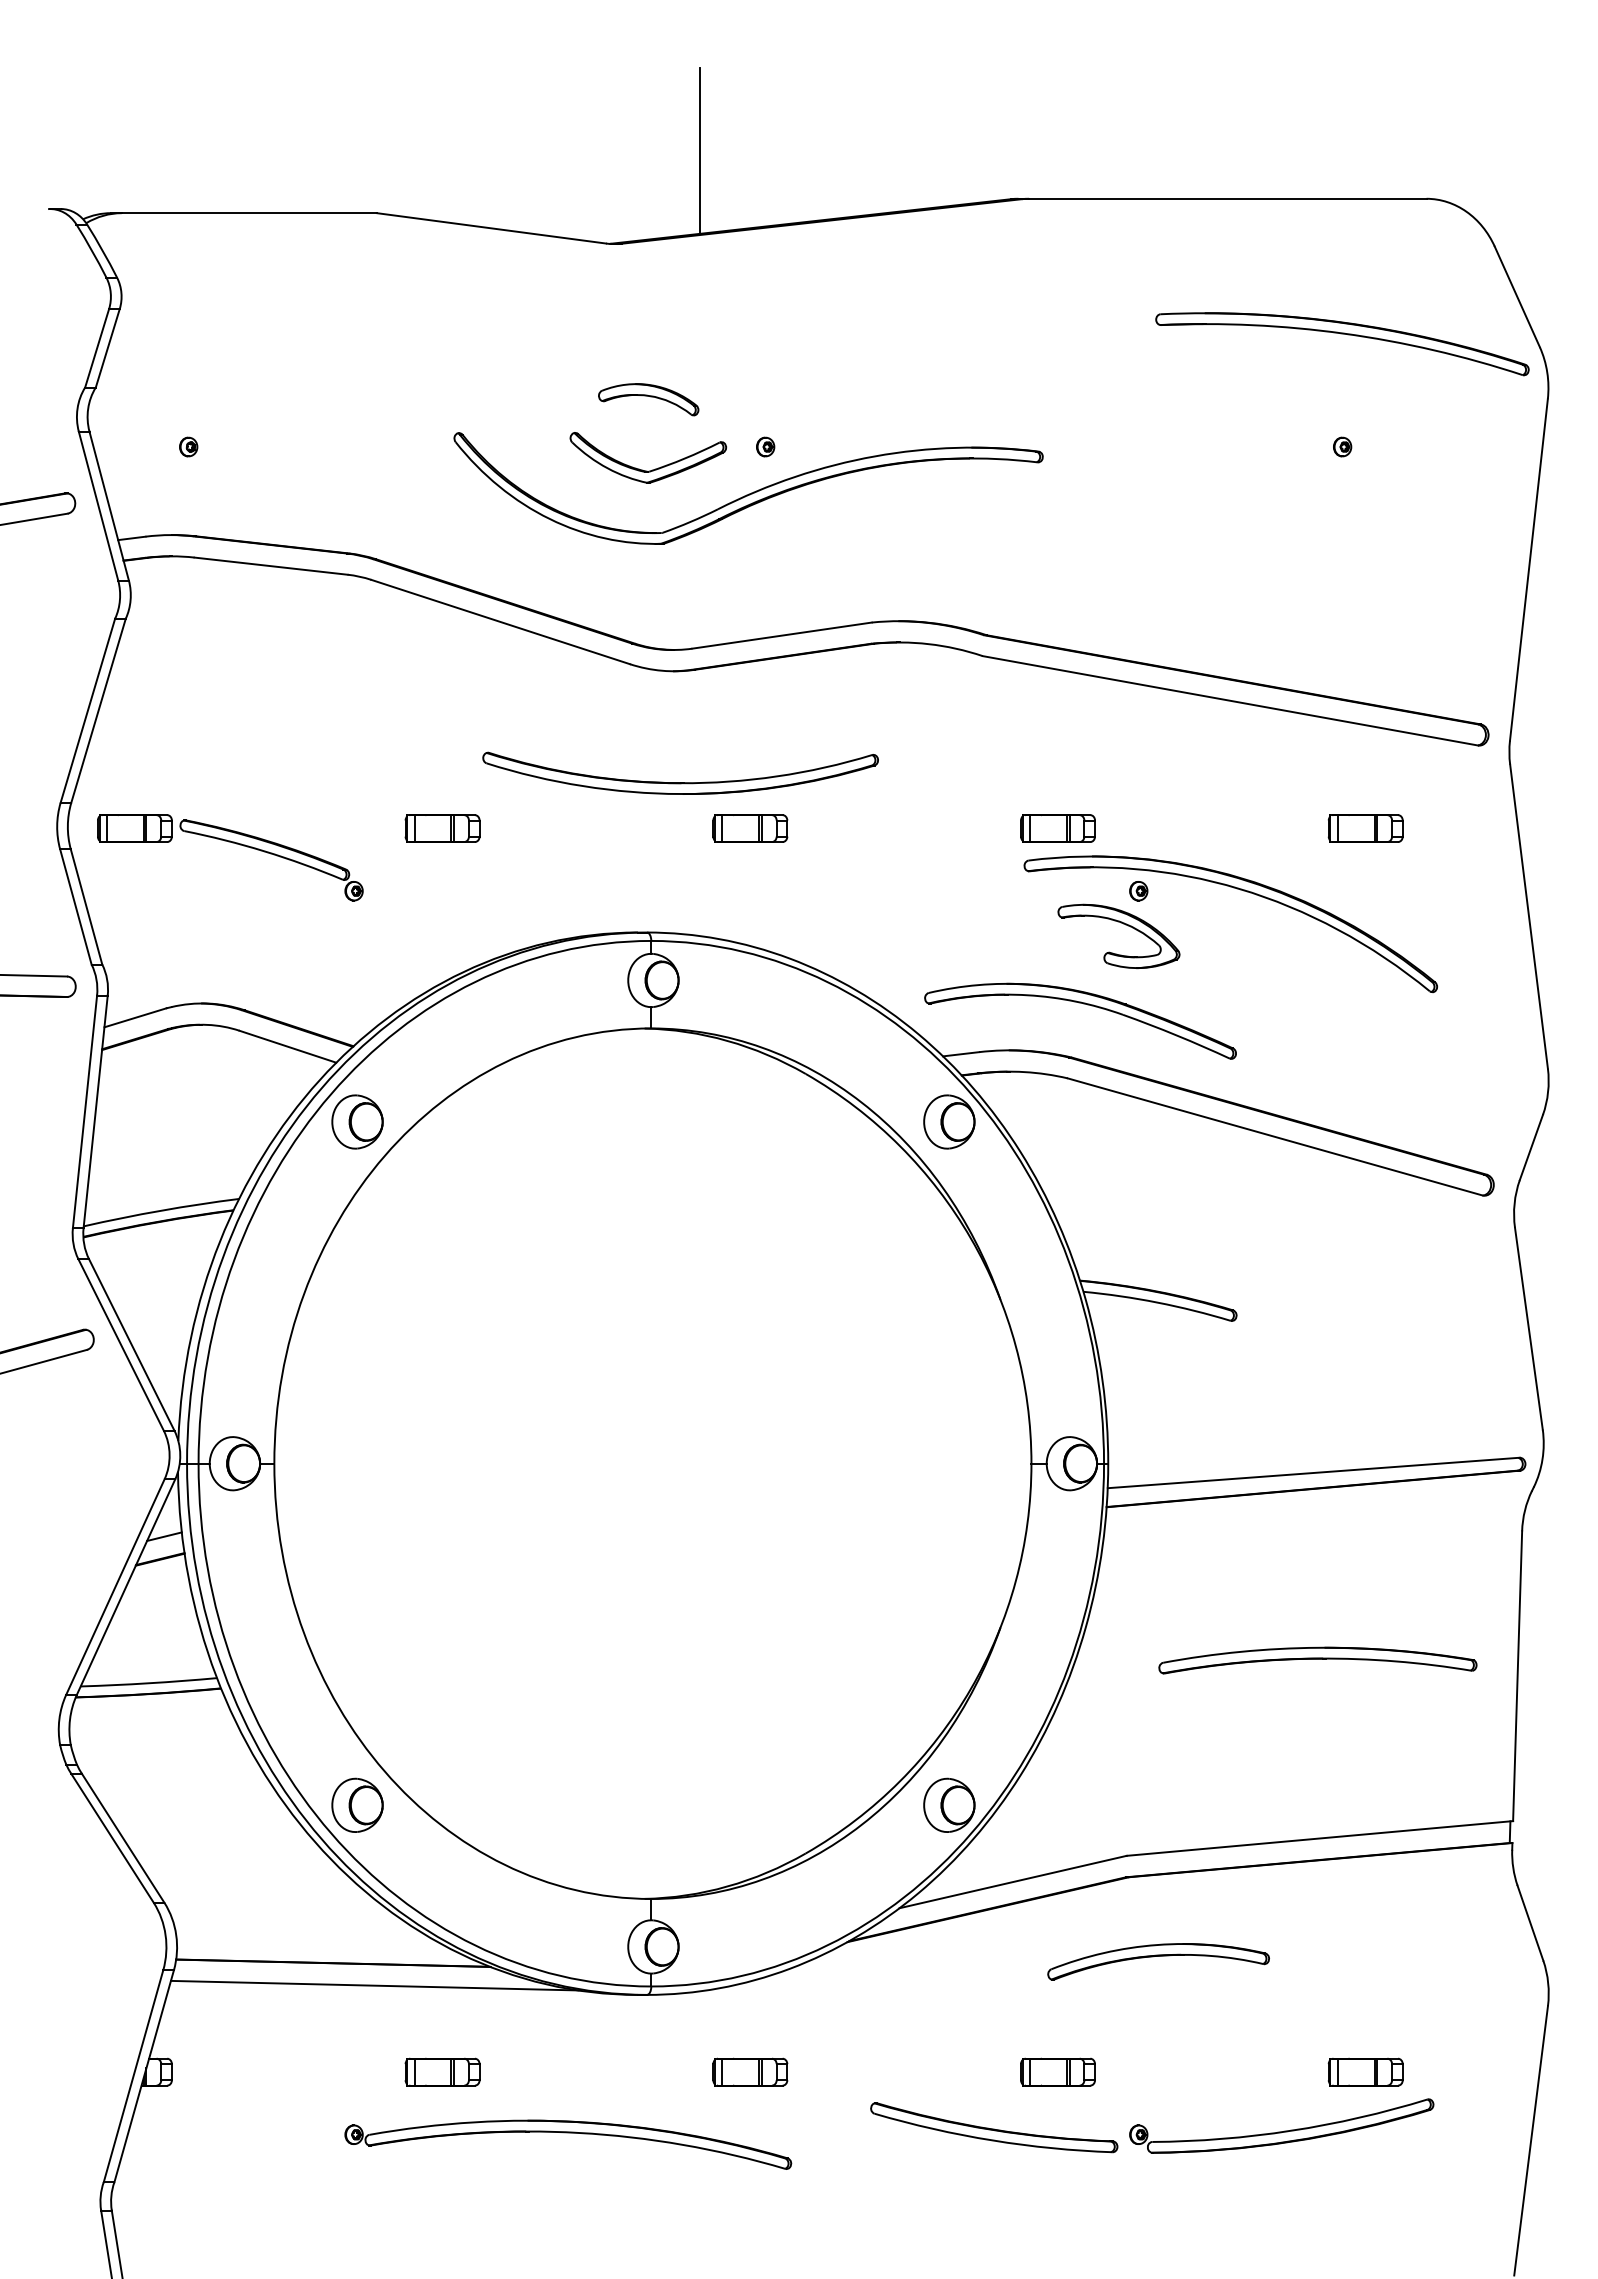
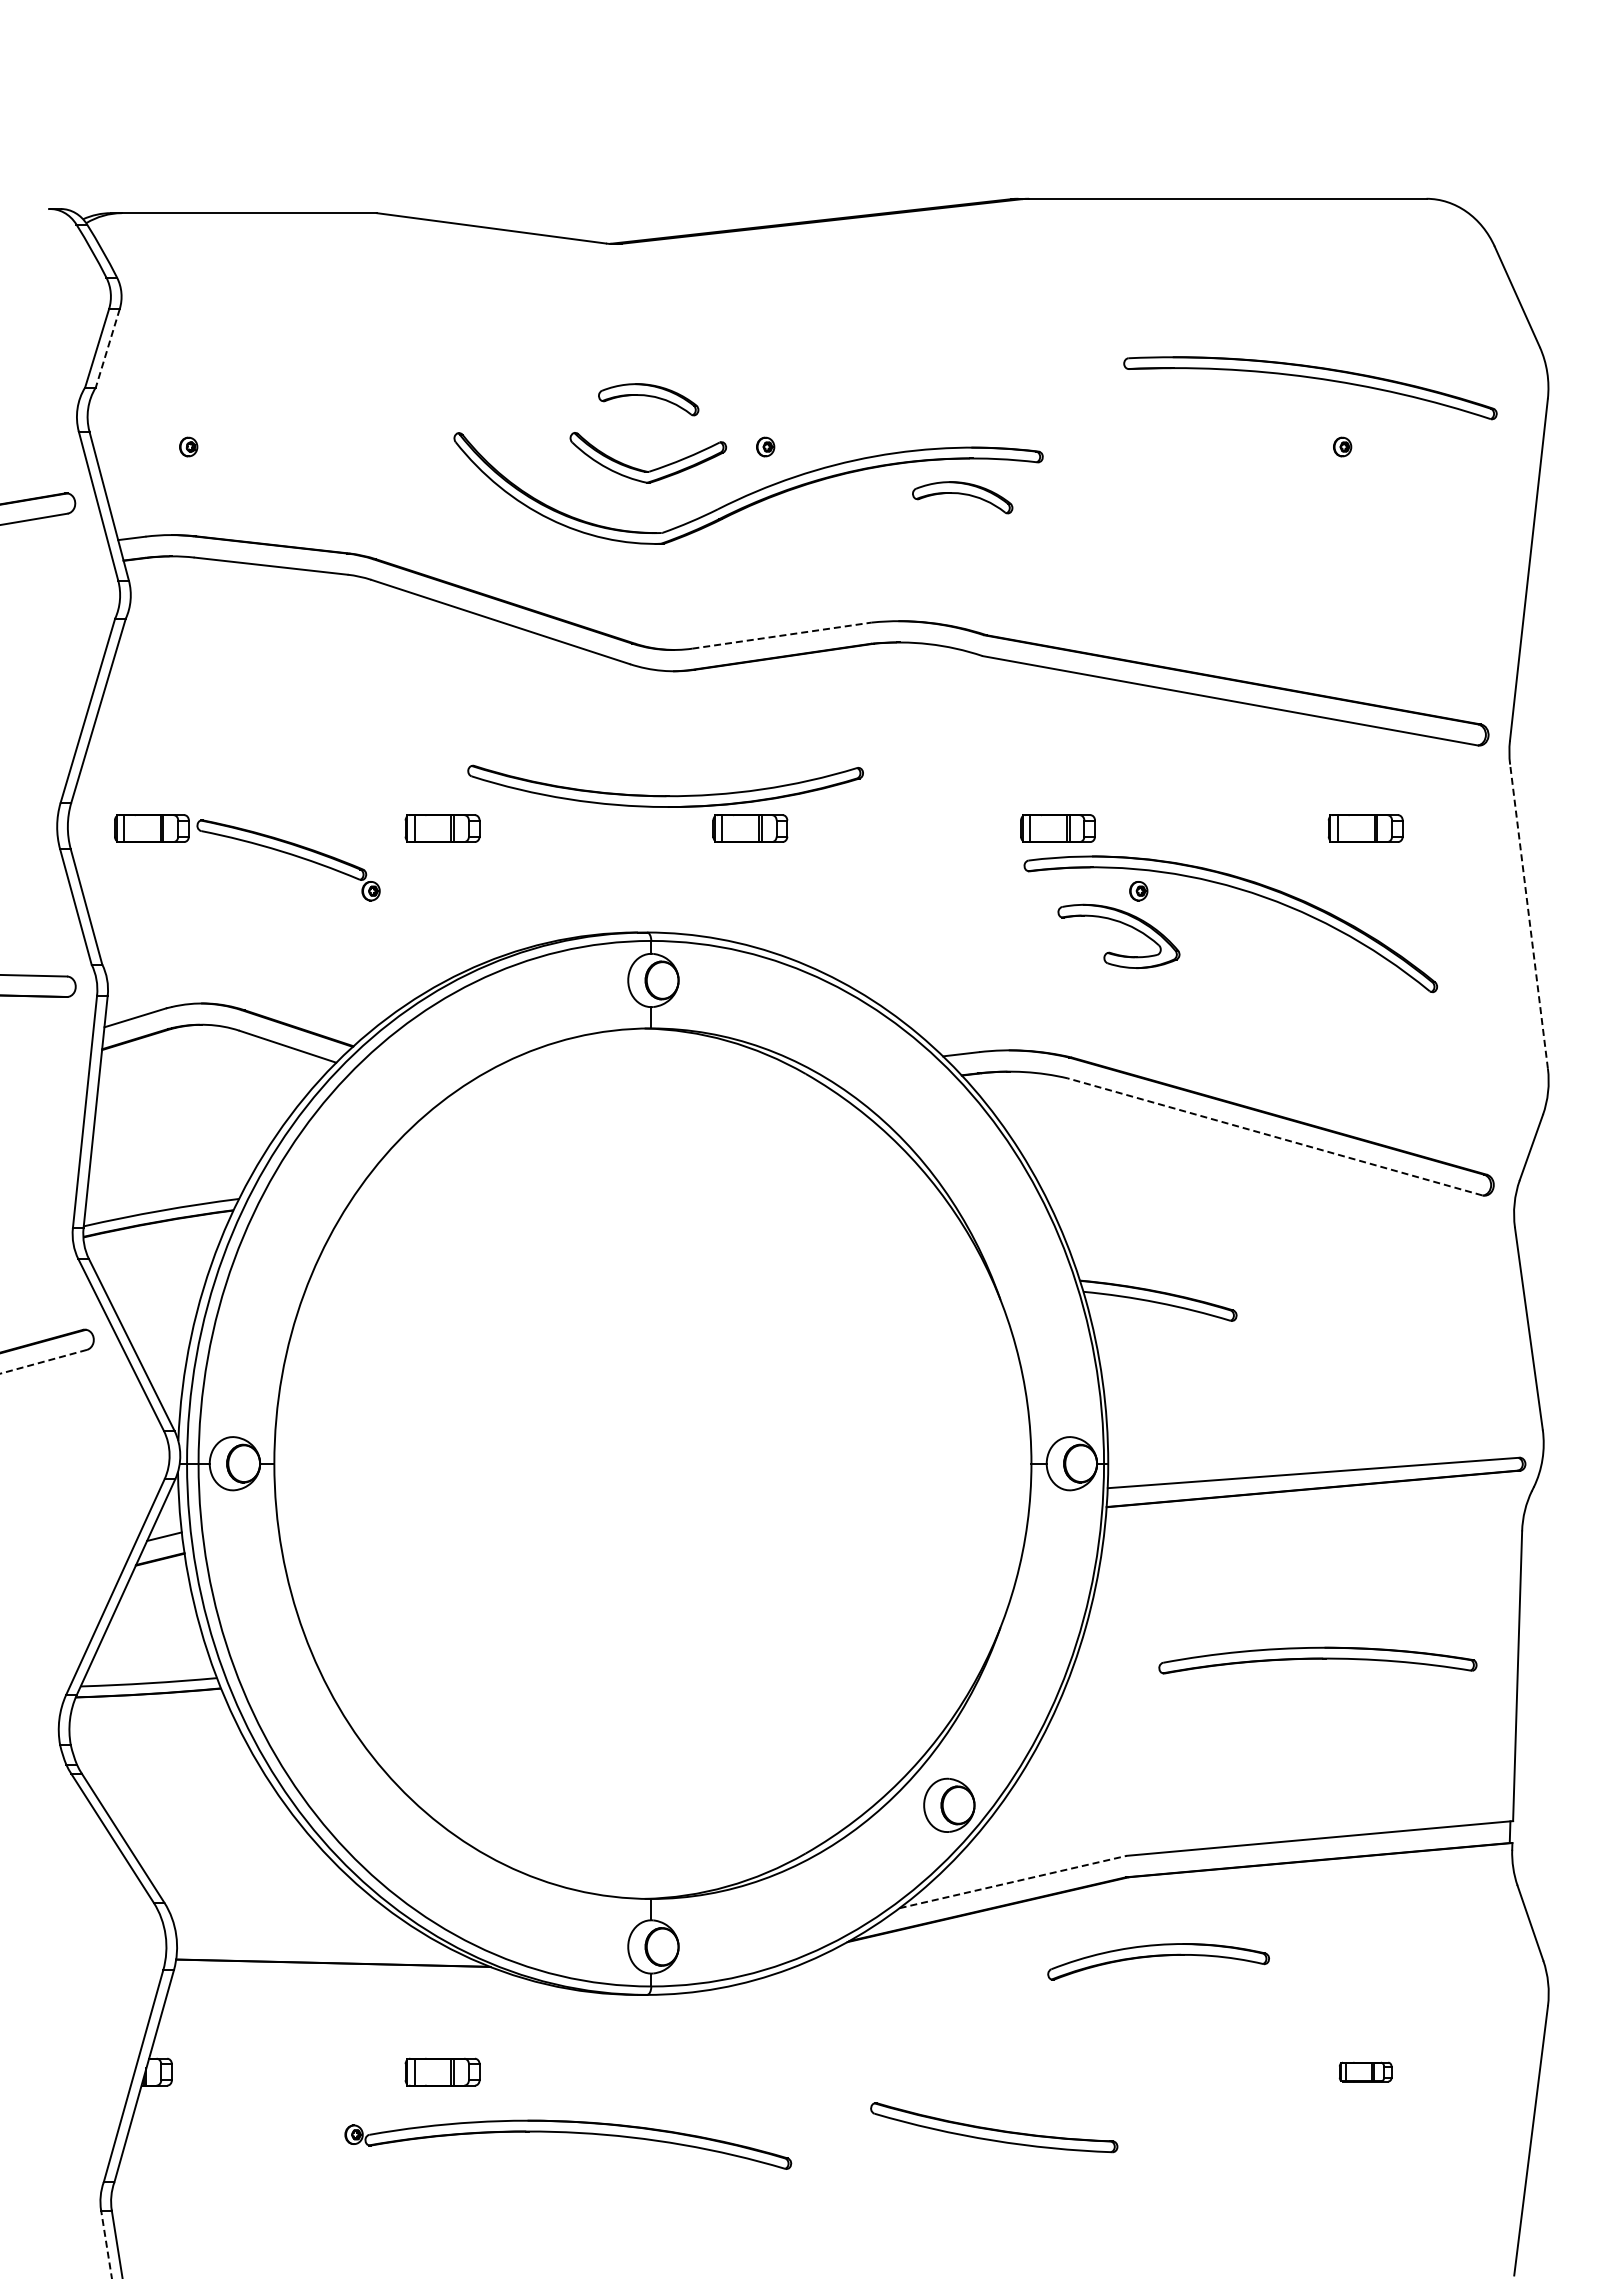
line at (699, 150): present -> none
part at (1342, 334) position: (1342, 334) -> (1310, 378)
line at (107, 348): solid -> dashed
part at (962, 497): none -> present
line at (782, 635): solid -> dashed
part at (680, 782) position: (680, 782) -> (665, 795)
part at (232, 843) position: (232, 843) -> (249, 843)
line at (1528, 916): solid -> dashed
part at (1083, 1004): present -> none
part at (357, 1121): present -> none
part at (949, 1121): present -> none
line at (1274, 1136): solid -> dashed
line at (43, 1361): solid -> dashed
part at (357, 1804): present -> none
line at (1013, 1882): solid -> dashed
line at (374, 1985): present -> none
part at (750, 2071): present -> none
part at (1057, 2071): present -> none
part at (1365, 2071) size: 77x30 px -> 55x22 px
part at (1281, 2125): present -> none
line at (106, 2244): solid -> dashed
